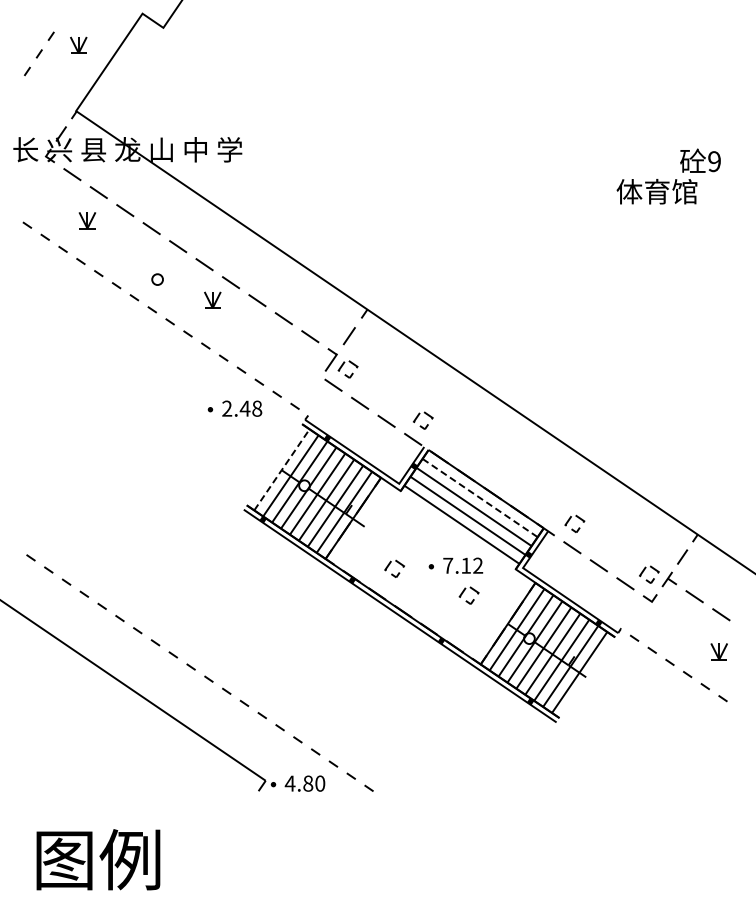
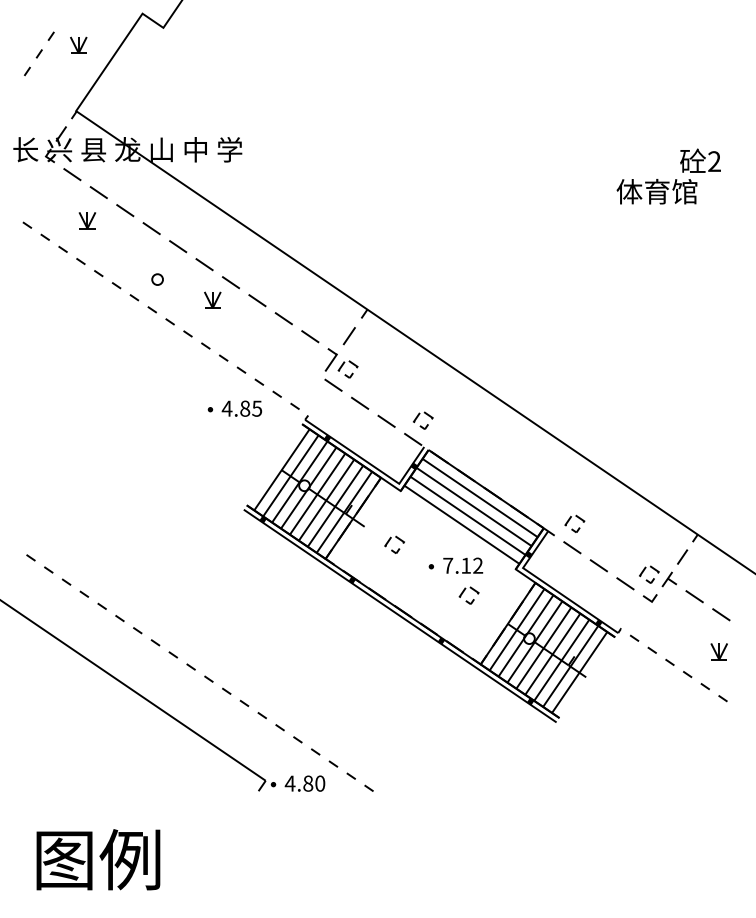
text at (714, 161): 9 -> 2
text at (241, 408): 2.48 -> 4.85
line at (281, 470): dashed -> solid
line at (480, 498): dashed -> solid
part at (394, 568) position: (394, 568) -> (394, 544)
